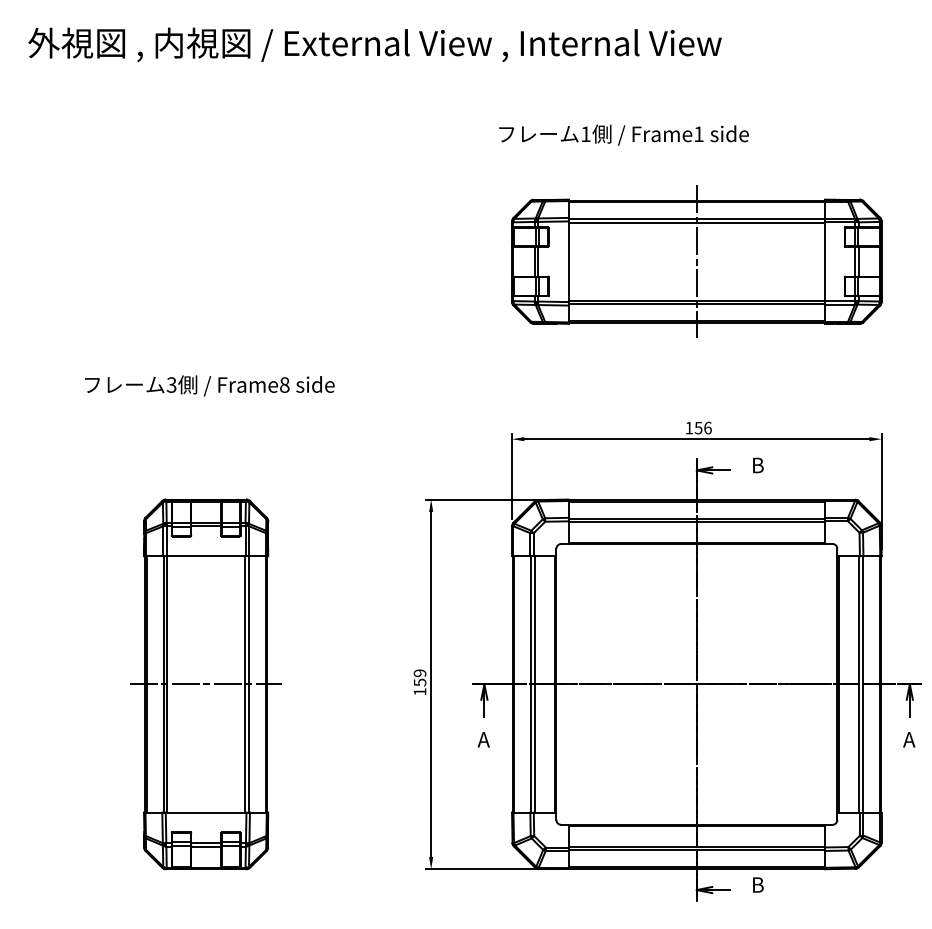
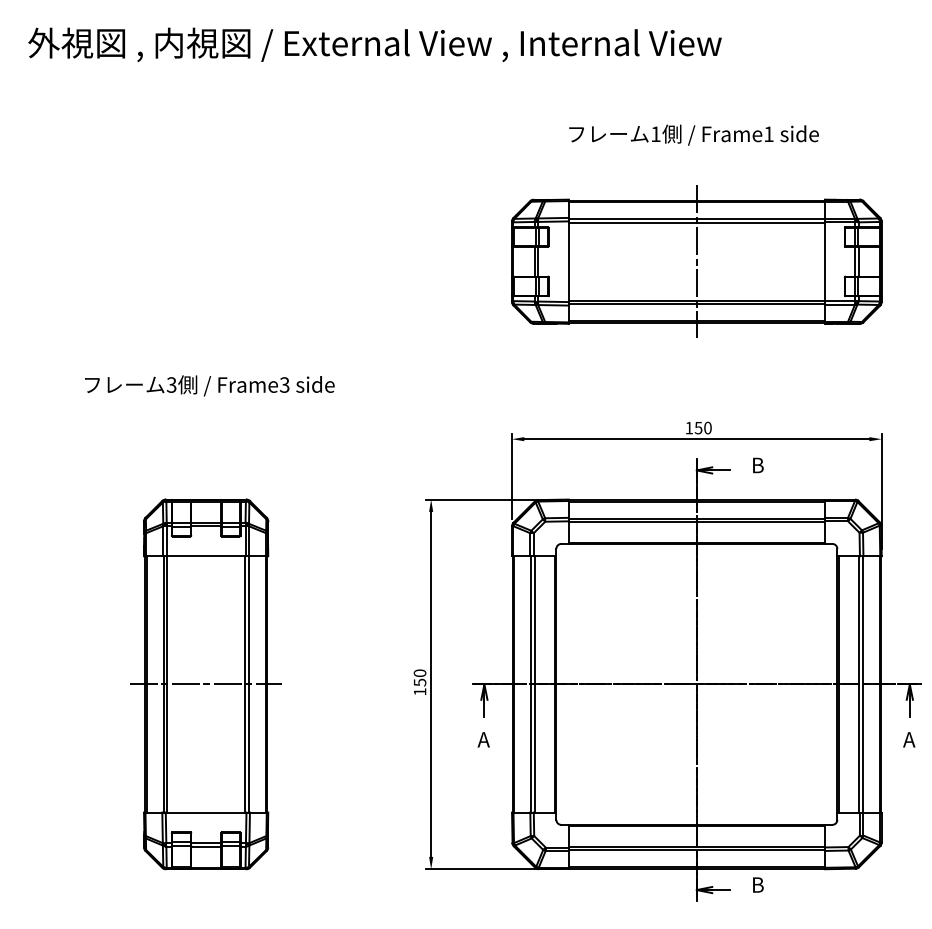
text at (623, 134) position: (623, 134) -> (693, 134)
text at (284, 384): Frame8 -> Frame3
text at (707, 427): 156 -> 150
text at (420, 673): 159 -> 150
